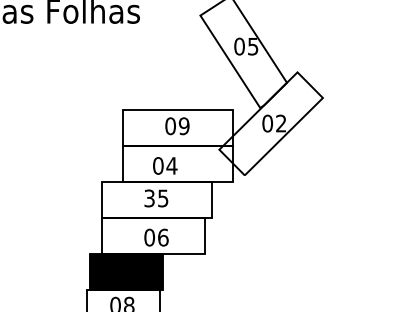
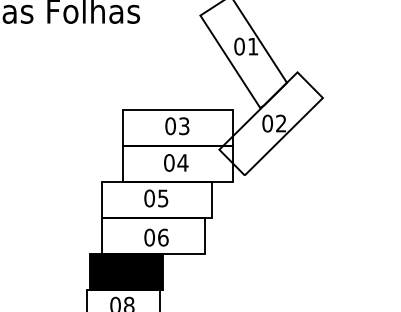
text at (253, 46): 05 -> 01
text at (183, 125): 09 -> 03
text at (165, 165) position: (165, 165) -> (176, 162)
text at (149, 198): 35 -> 05
